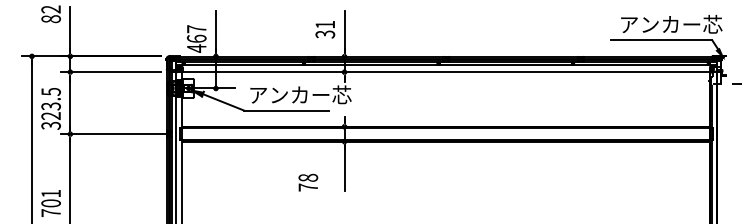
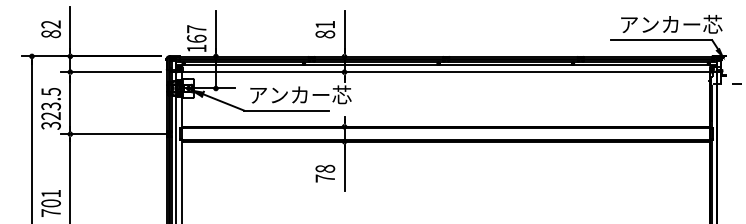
text at (50, 14) position: (50, 14) -> (50, 29)
text at (324, 34): 31 -> 81
text at (196, 48): 467 -> 167
text at (308, 182) position: (308, 182) -> (325, 173)
